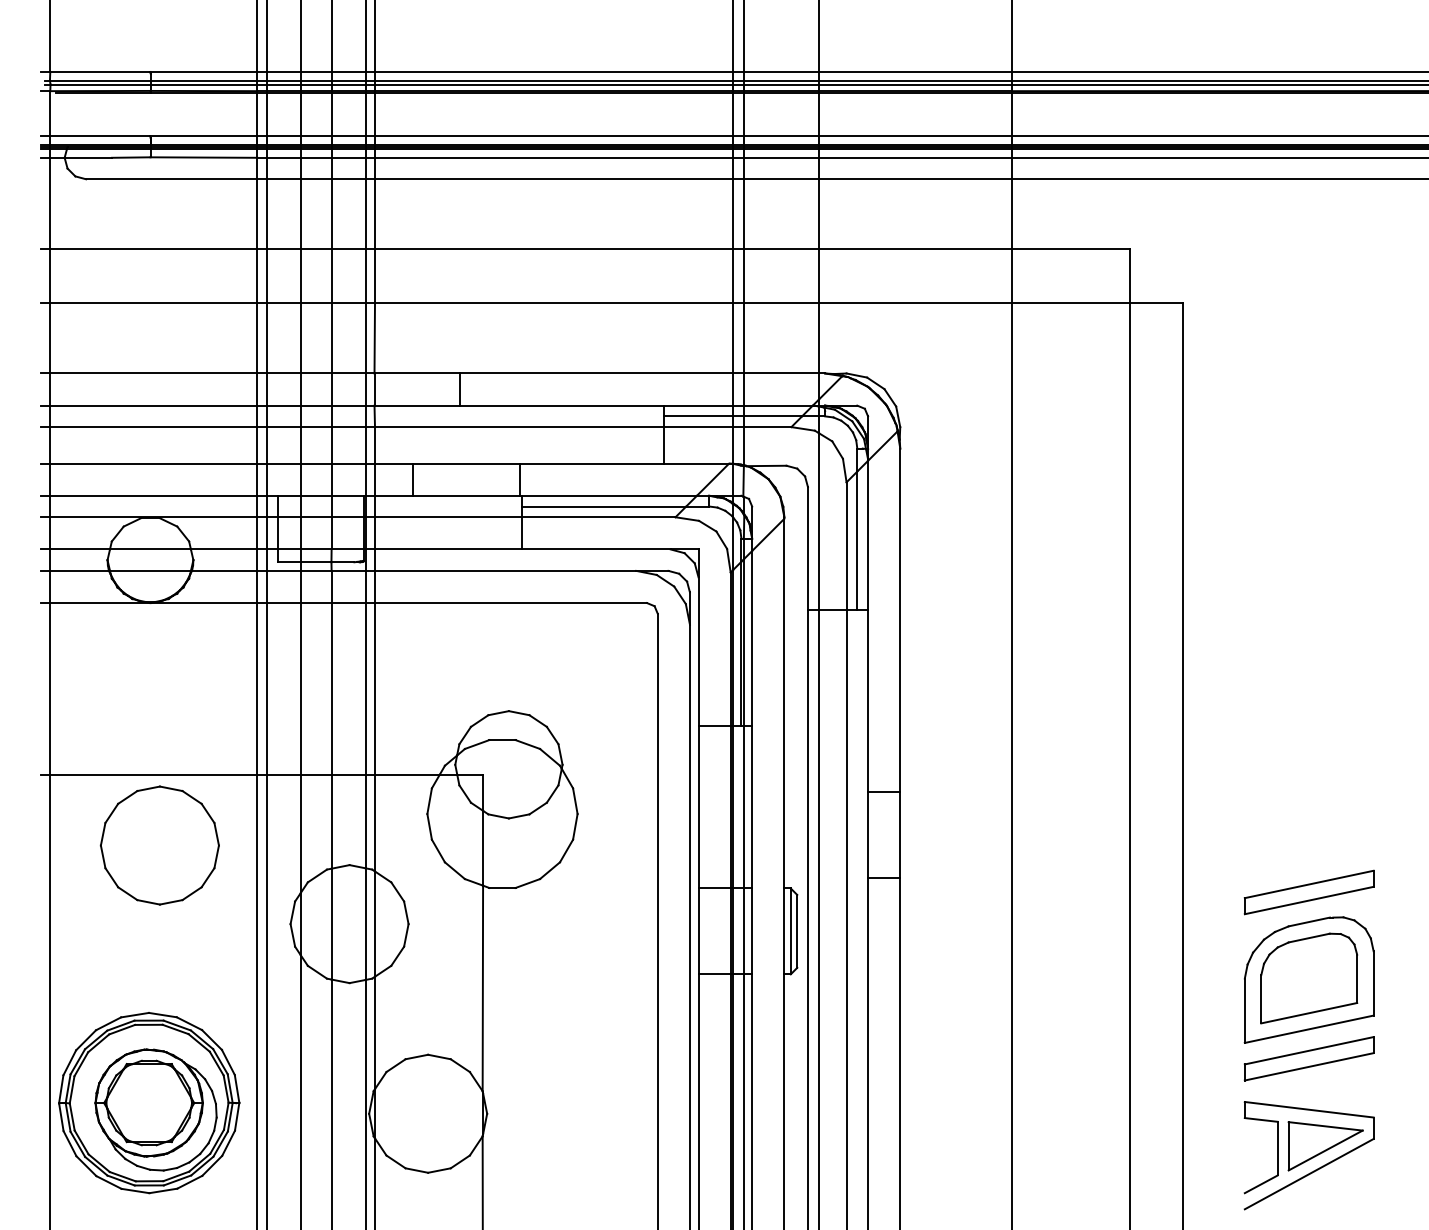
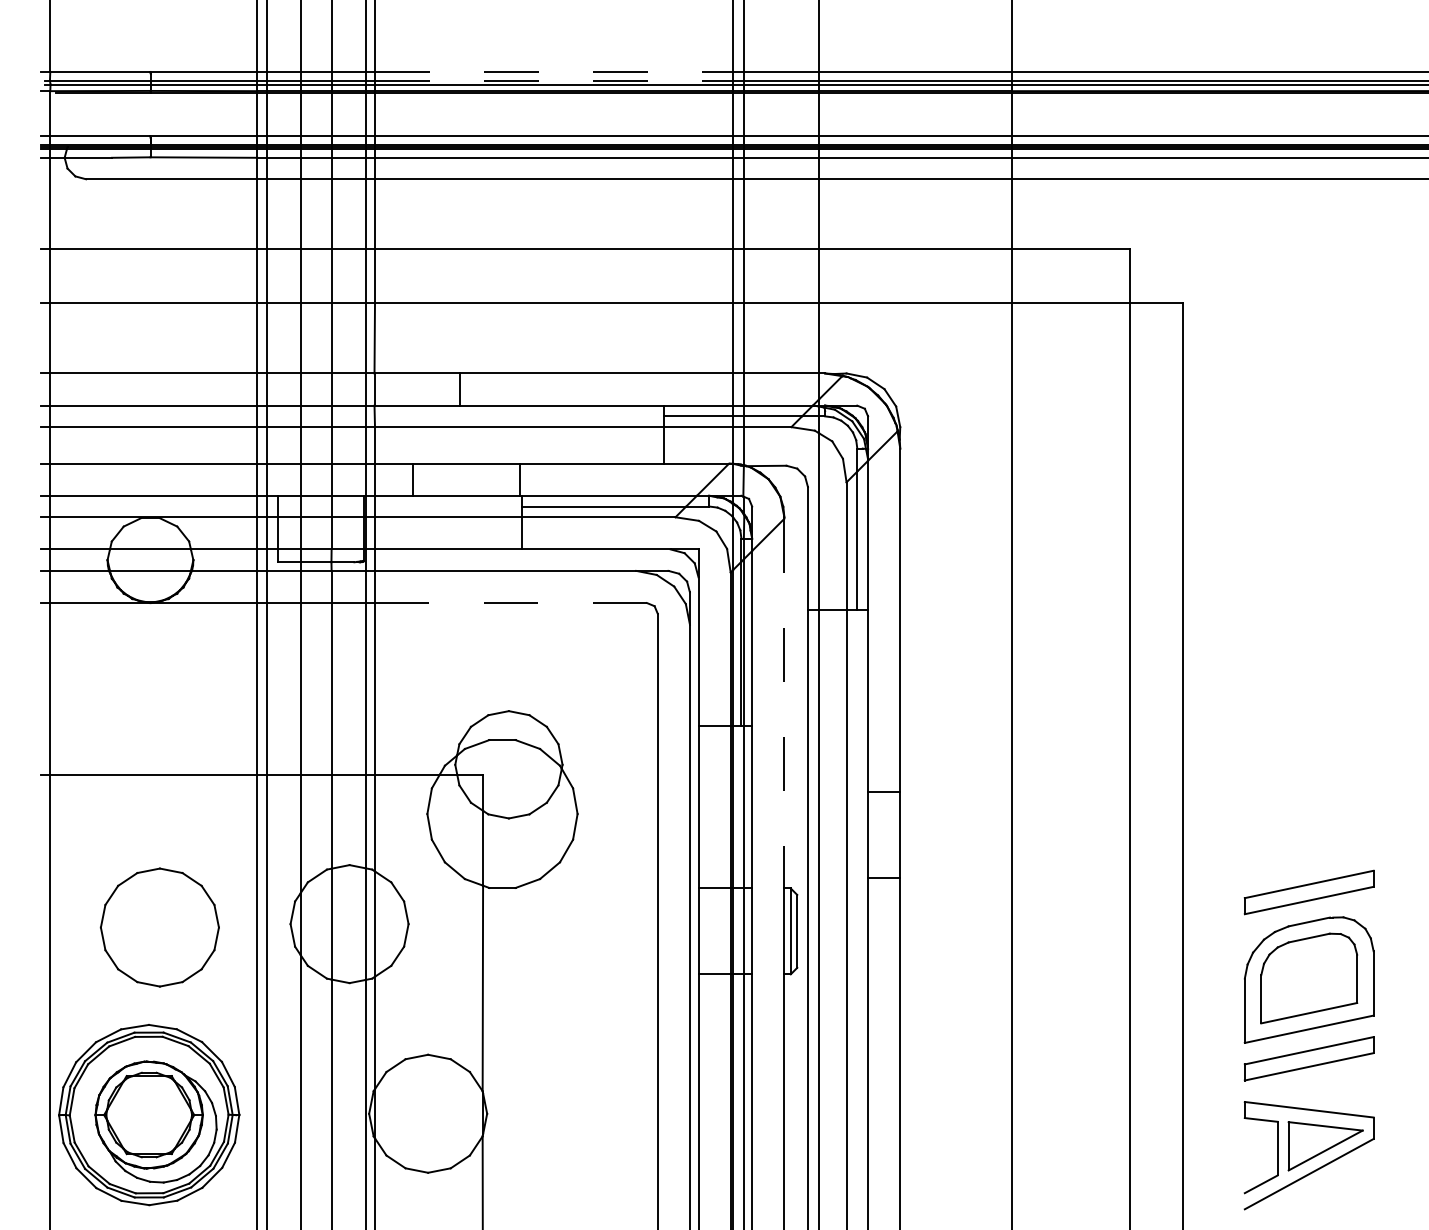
line at (554, 71): solid -> dashed
line at (554, 80): solid -> dashed
line at (510, 603): solid -> dashed
line at (784, 703): solid -> dashed
part at (159, 845) position: (159, 845) -> (159, 927)
part at (149, 1103) position: (149, 1103) -> (149, 1115)
